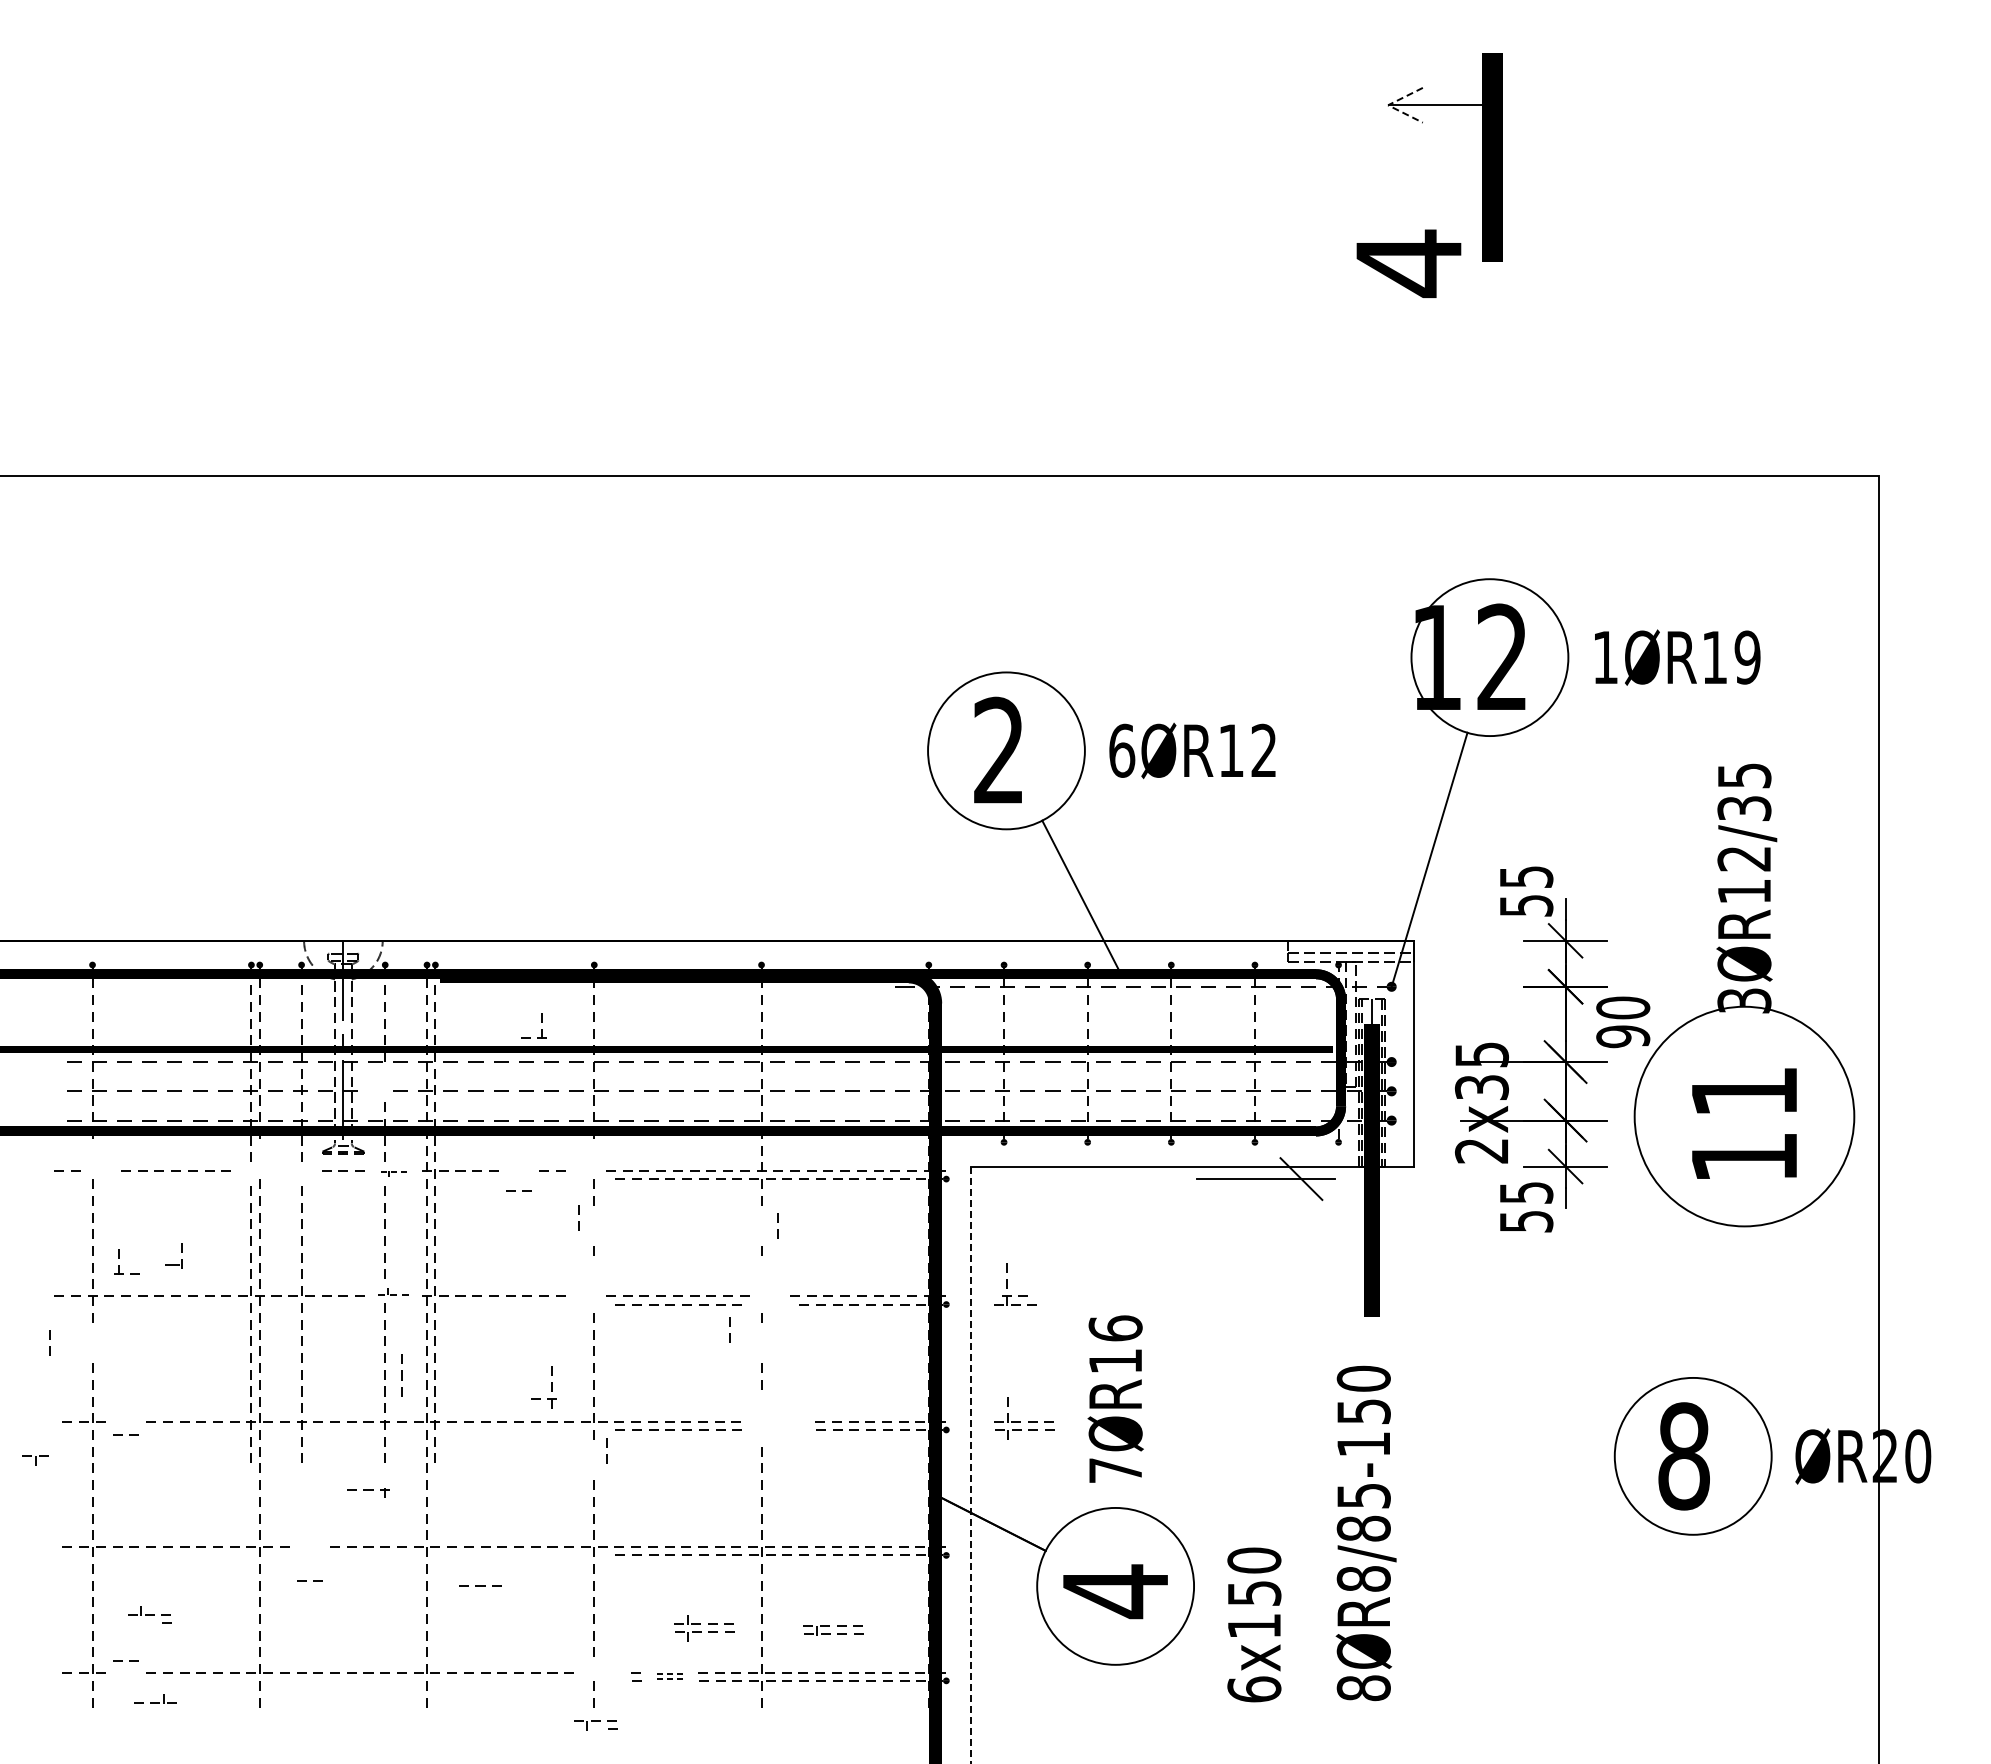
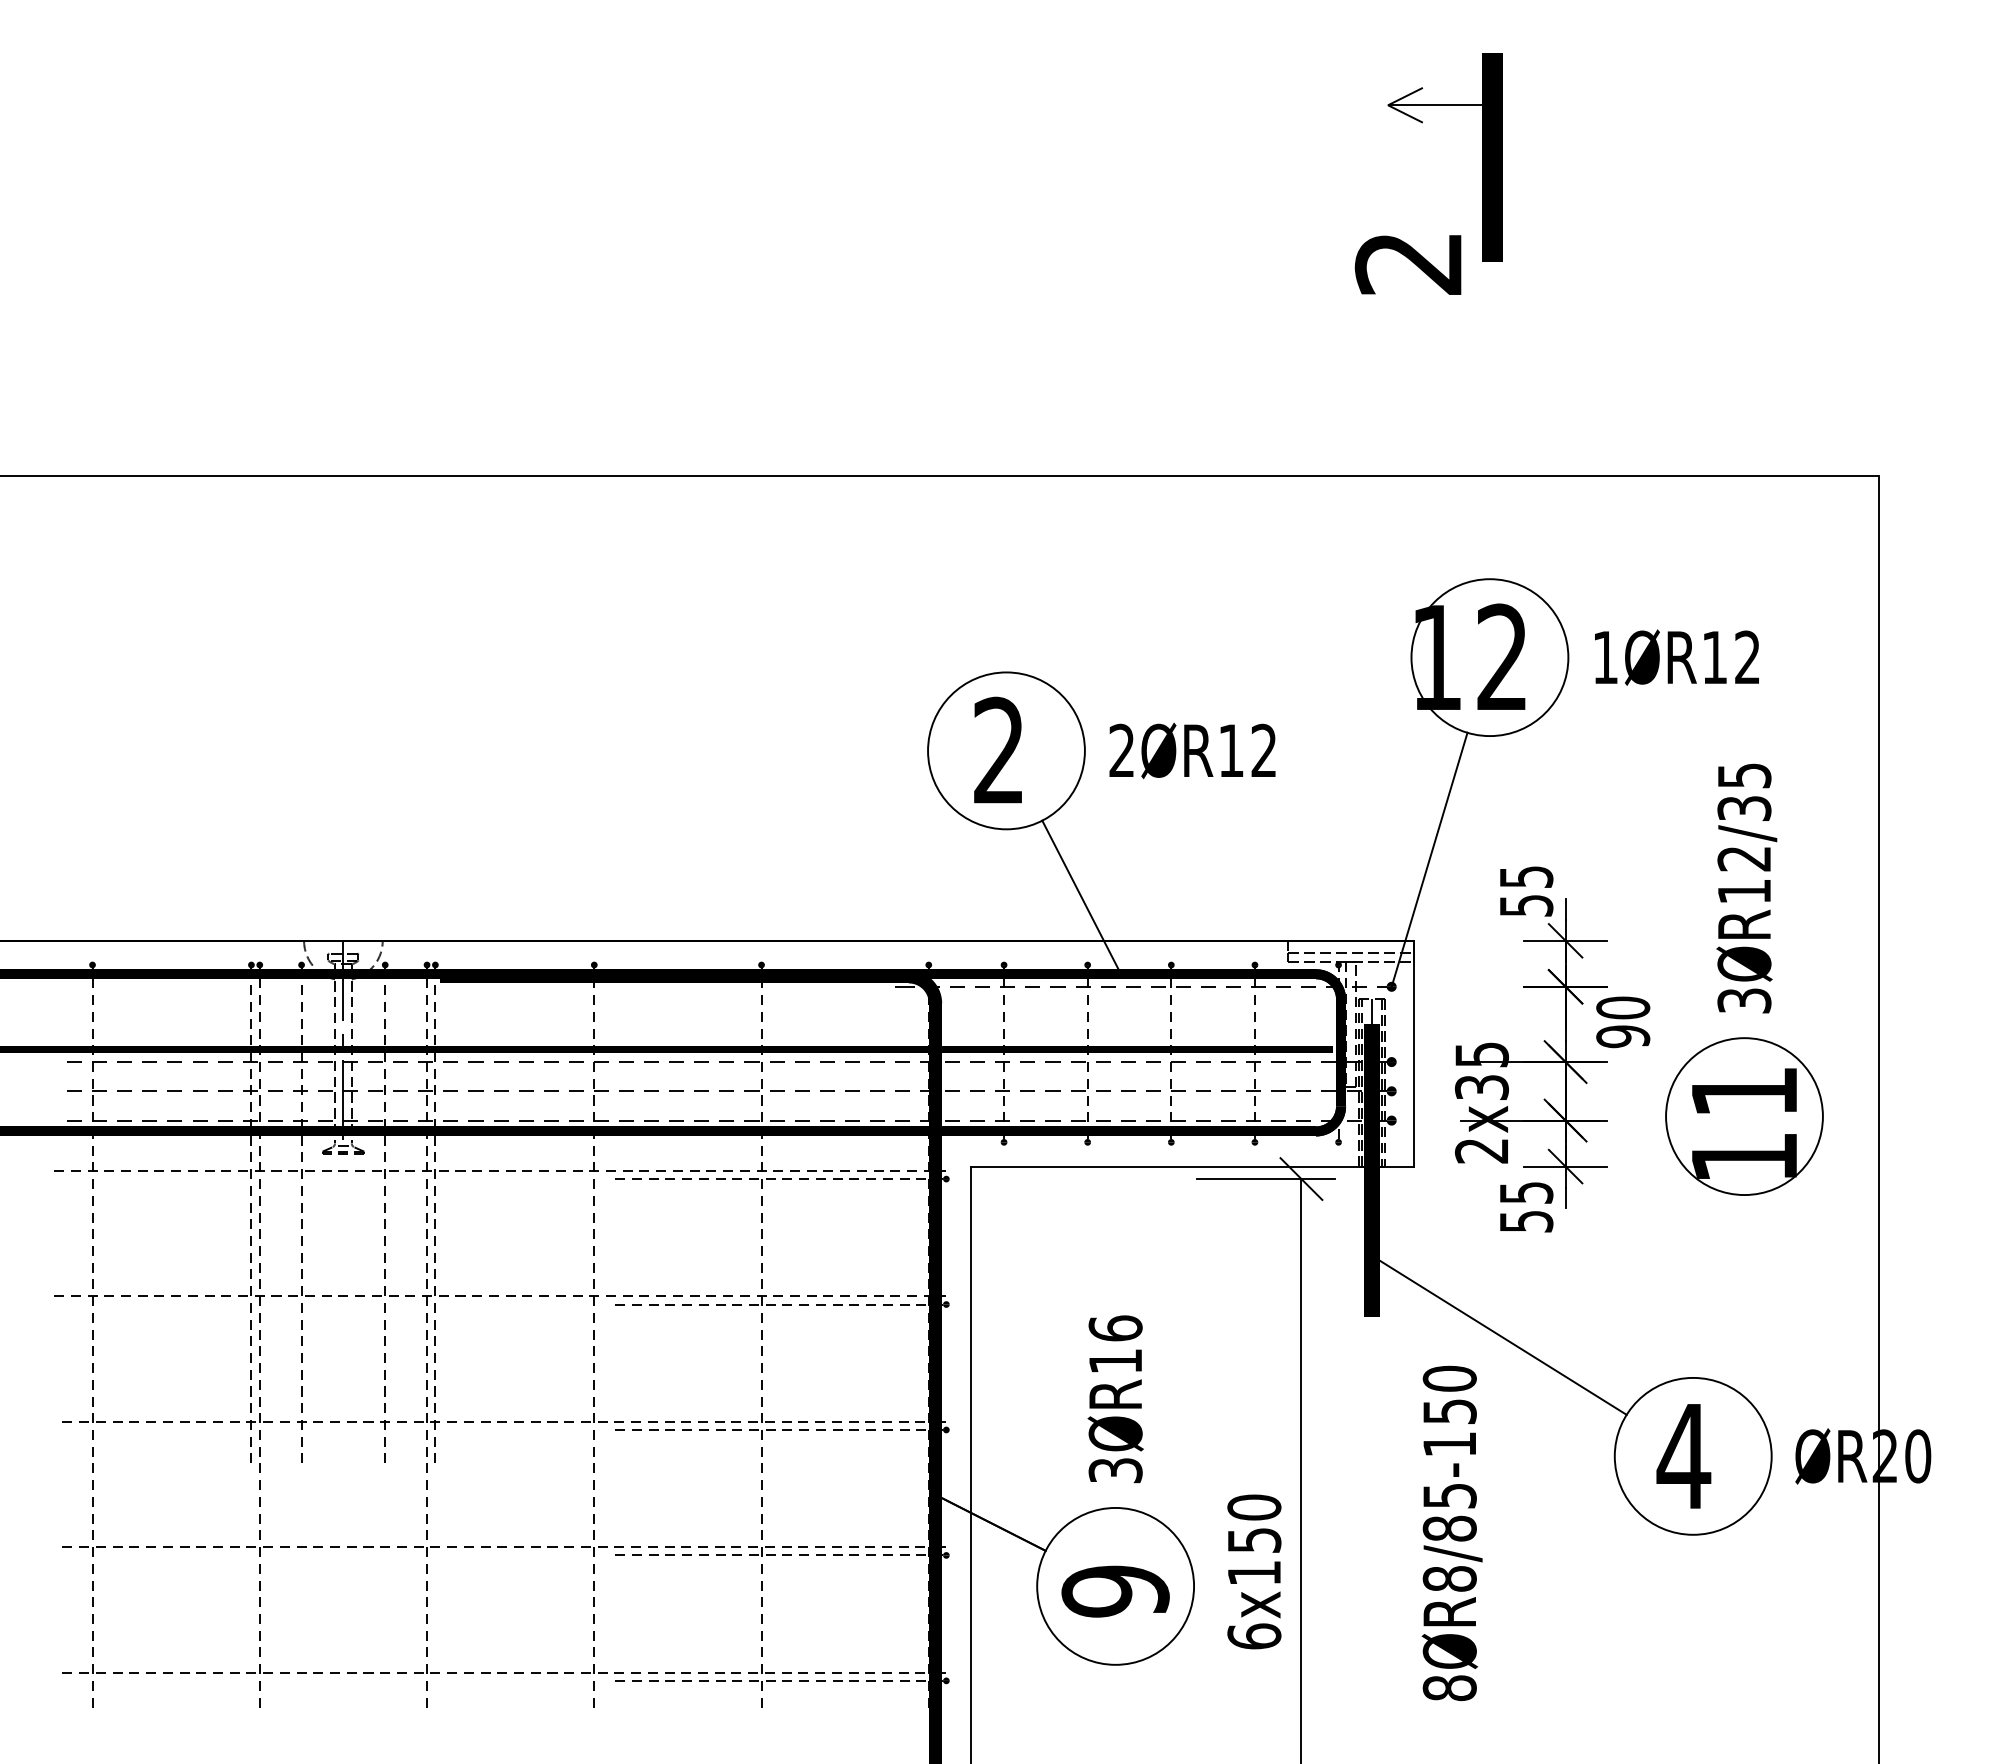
line at (1388, 105): dashed -> solid
text at (1407, 263): 4 -> 2
text at (1747, 657): 1ØR19 -> 1ØR12
text at (1122, 750): 6ØR12 -> 2ØR12
part at (541, 1022) position: (541, 1022) -> (593, 1155)
circle at (1744, 1116) diameter: 220 px -> 157 px
part at (276, 1170): none -> present
part at (393, 1173) size: 26x6 px -> 43x10 px
line at (515, 1190) position: (515, 1190) -> (515, 1170)
line at (578, 1214) position: (578, 1214) -> (593, 1222)
line at (777, 1222) position: (777, 1222) -> (761, 1222)
part at (181, 1252) position: (181, 1252) -> (384, 1078)
part at (119, 1258) position: (119, 1258) -> (93, 1155)
part at (1007, 1284) position: (1007, 1284) -> (762, 1284)
part at (393, 1291) size: 31x8 px -> 43x11 px
line at (729, 1326) position: (729, 1326) -> (761, 1339)
line at (1499, 1334): none -> present
line at (49, 1339) position: (49, 1339) -> (92, 1339)
line at (401, 1375): present -> none
part at (551, 1387) position: (551, 1387) -> (593, 1284)
part at (1024, 1418) position: (1024, 1418) -> (778, 1418)
line at (122, 1434) position: (122, 1434) -> (122, 1421)
line at (606, 1447) position: (606, 1447) -> (593, 1456)
text at (1683, 1456): 8 -> 4
part at (35, 1460): present -> none
line at (970, 1465): dashed -> solid
line at (1301, 1469): none -> present
text at (1115, 1470): 7ØR16 -> 3ØR16
part at (368, 1492): present -> none
text at (1365, 1533) position: (1365, 1533) -> (1451, 1533)
line at (306, 1580) position: (306, 1580) -> (306, 1546)
line at (480, 1585): present -> none
text at (1115, 1591): 4 -> 9
part at (149, 1614) position: (149, 1614) -> (602, 1672)
text at (1254, 1624) position: (1254, 1624) -> (1254, 1571)
part at (704, 1628): present -> none
part at (833, 1630): present -> none
line at (122, 1660) position: (122, 1660) -> (122, 1672)
part at (669, 1676) size: 26x7 px -> 44x10 px
part at (155, 1698): present -> none
part at (595, 1725): present -> none
